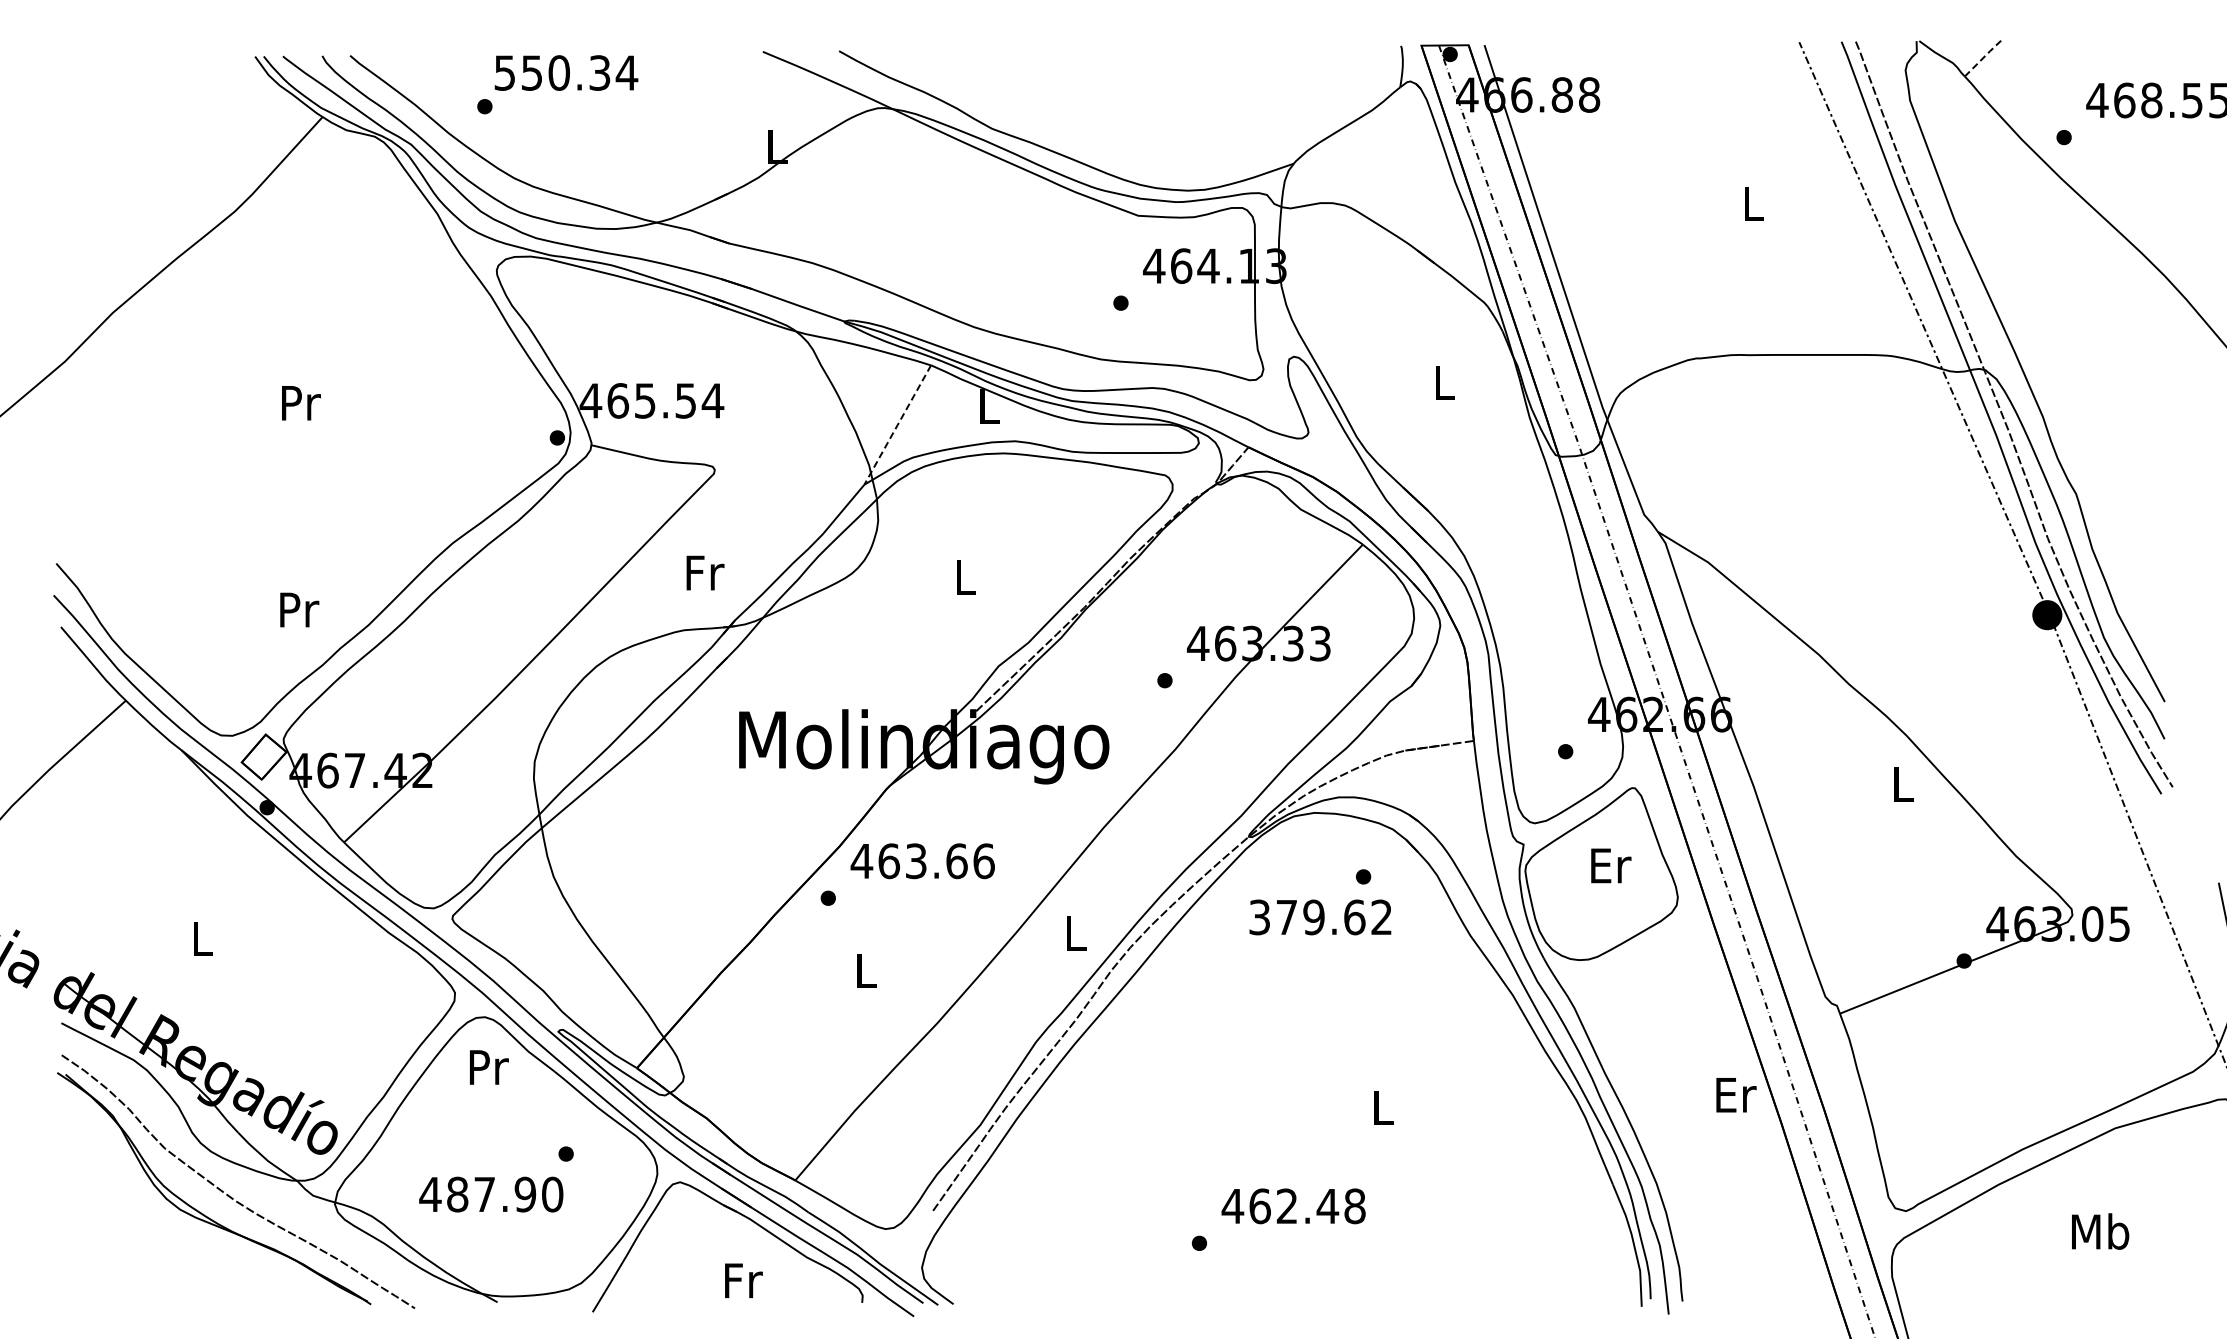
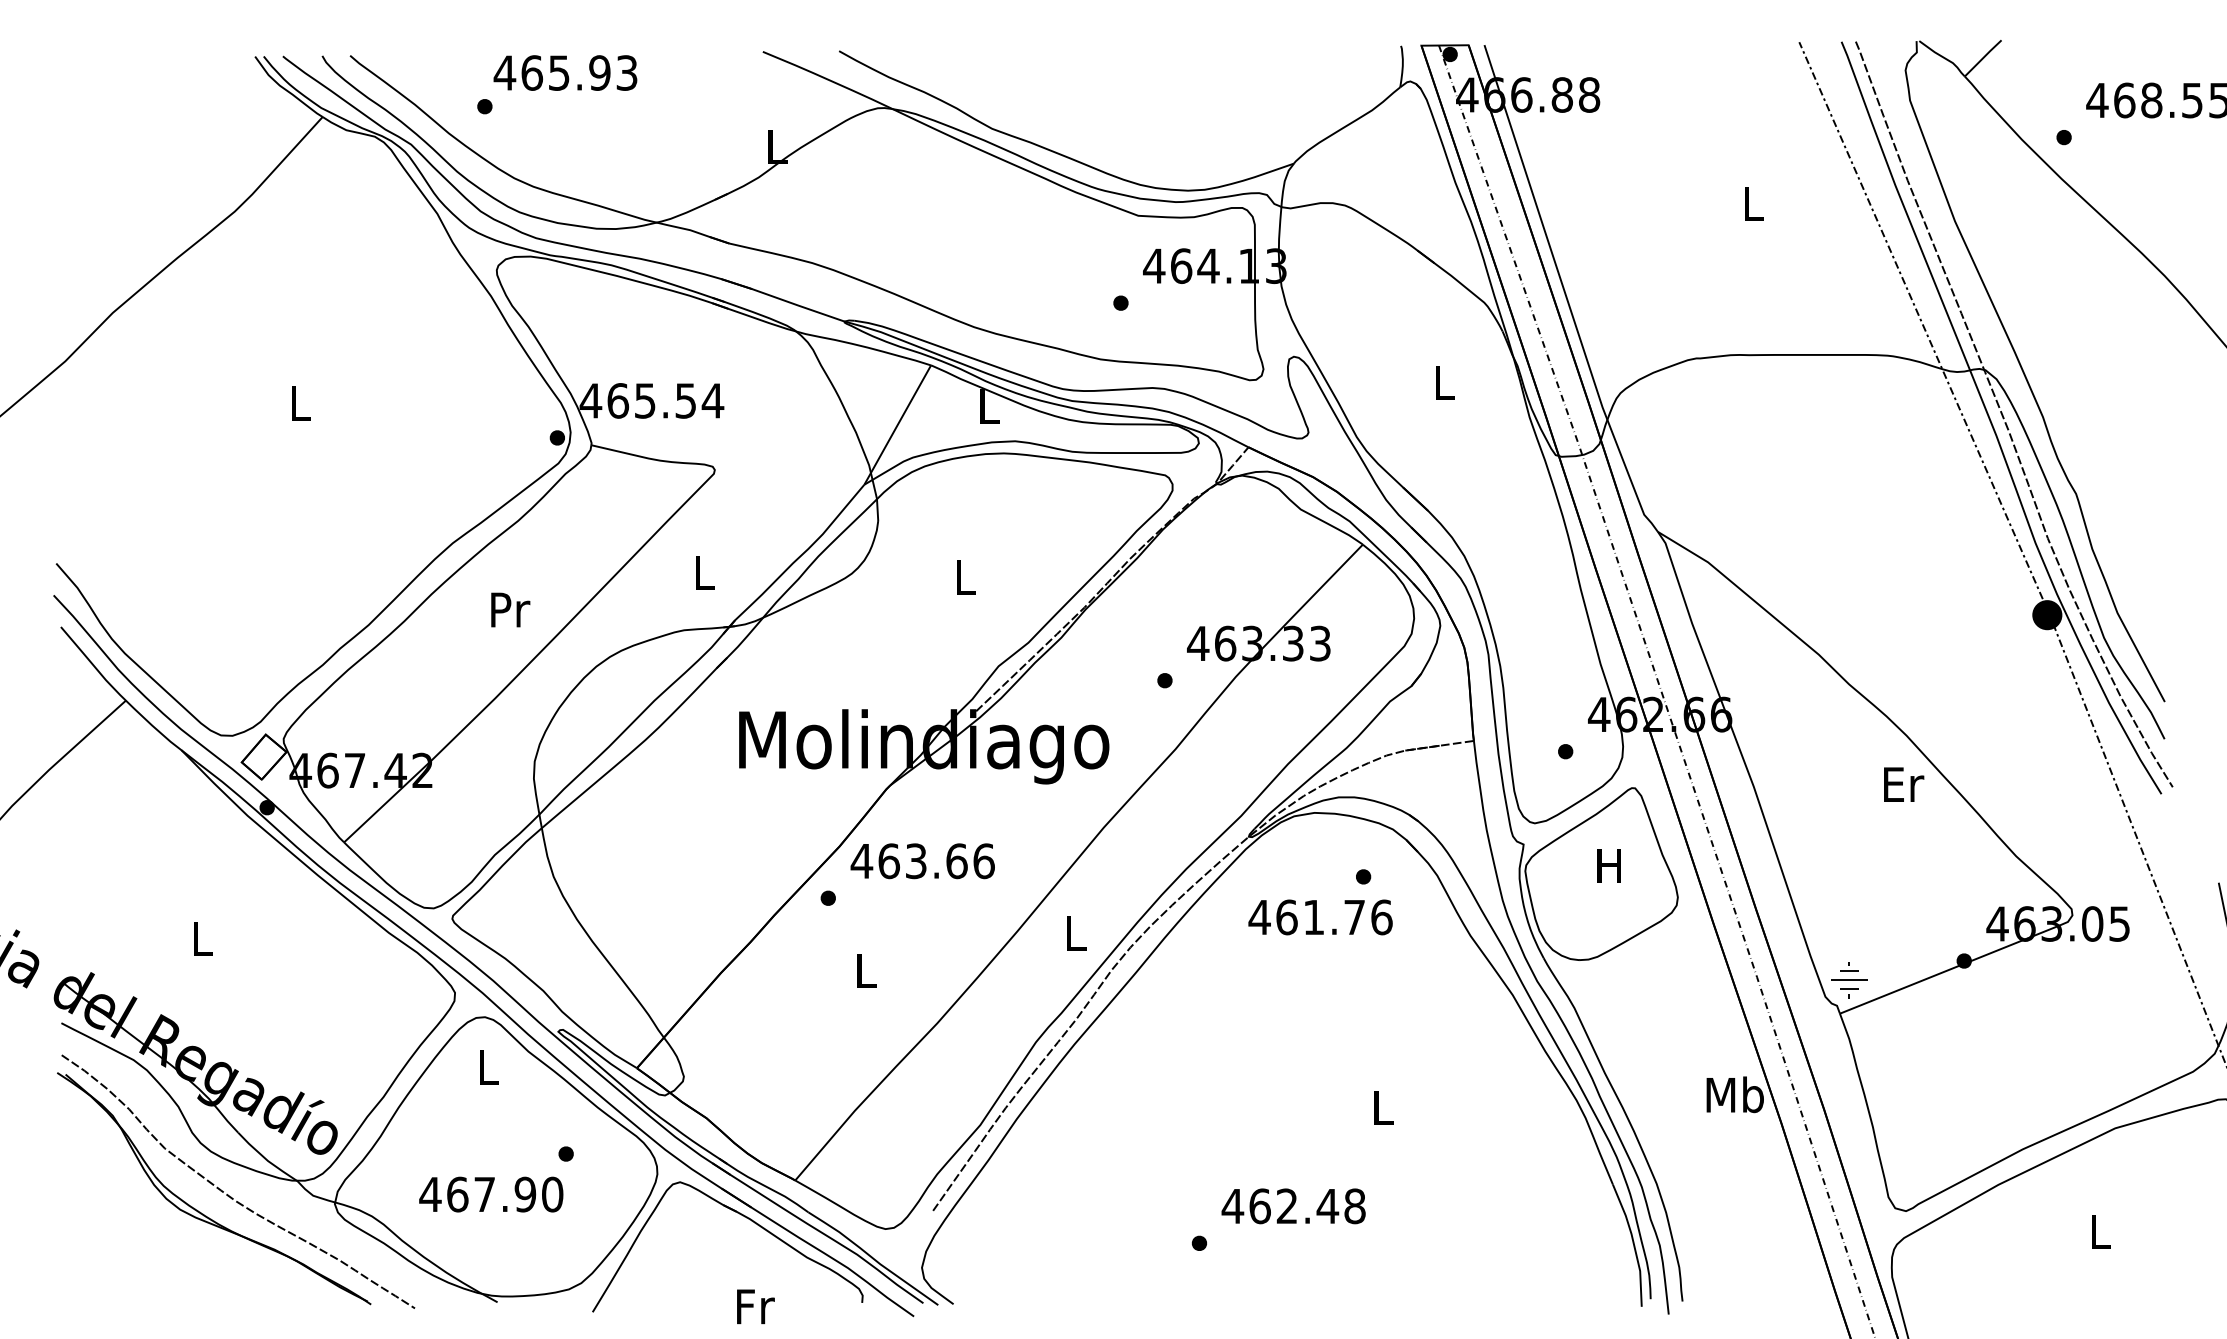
line at (1983, 58): dashed -> solid
text at (565, 72): 550.34 -> 465.93
text at (301, 403): Pr -> L
line at (897, 425): dashed -> solid
text at (705, 572): Fr -> L
text at (299, 609) position: (299, 609) -> (510, 609)
text at (1904, 784): L -> Er
text at (1611, 865): Er -> H
text at (1320, 917): 379.62 -> 461.76
part at (1849, 980): none -> present
text at (488, 1067): Pr -> L
text at (1734, 1094): Er -> Mb
text at (457, 1194): 487.90 -> 467.90
text at (2100, 1231): Mb -> L
text at (743, 1280) position: (743, 1280) -> (755, 1306)
